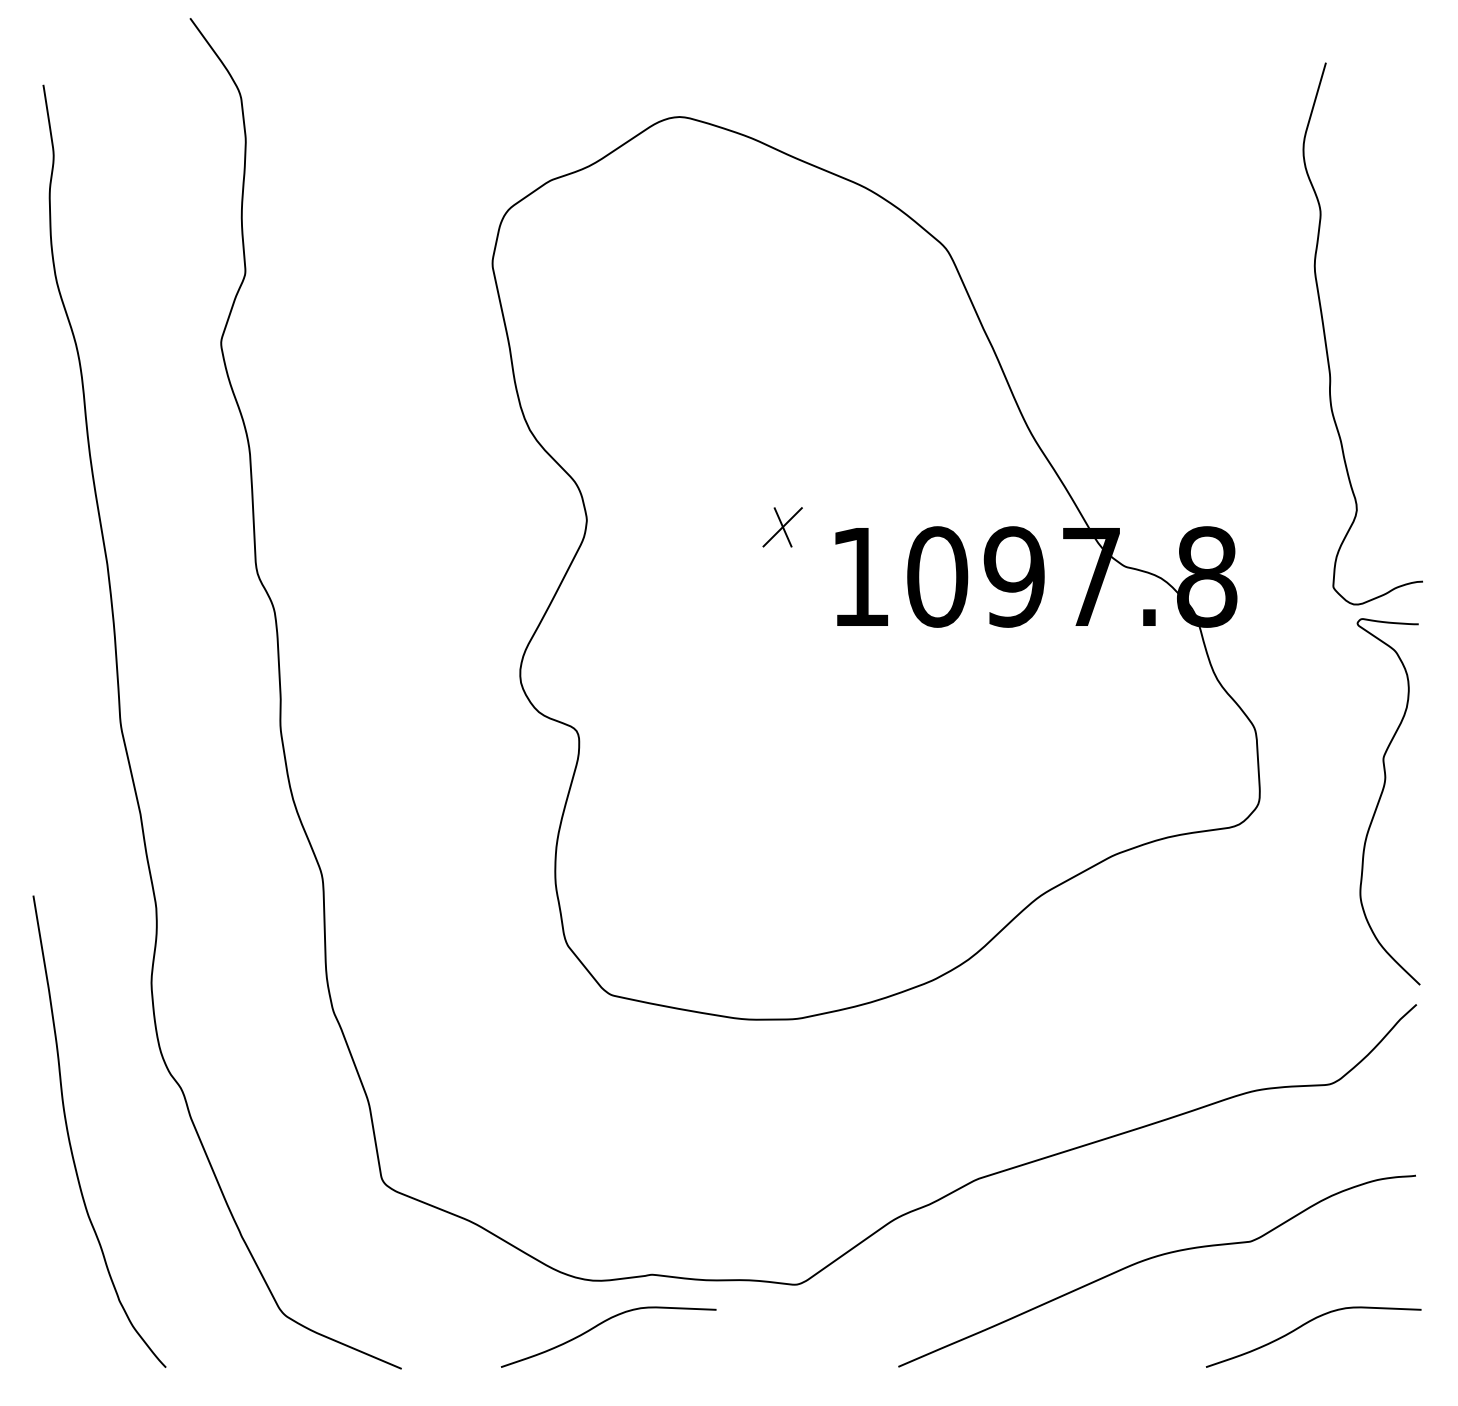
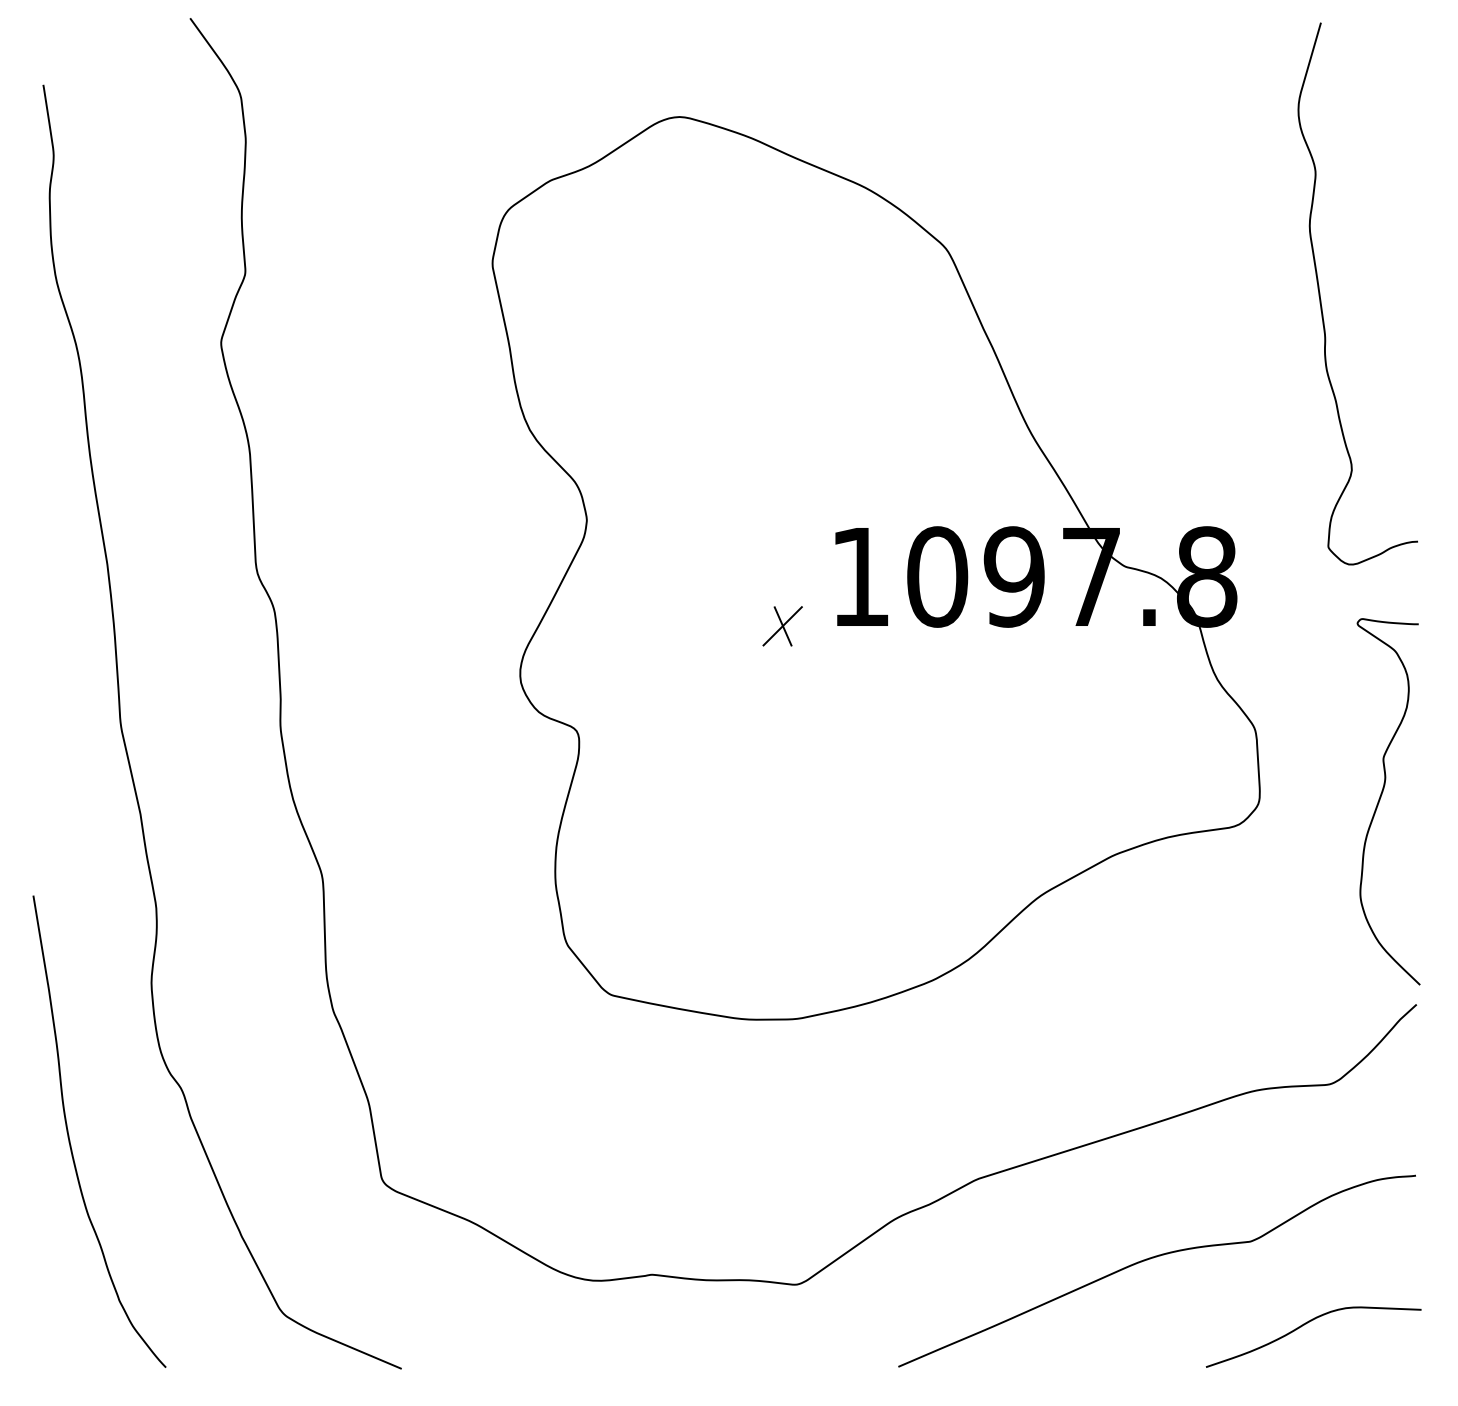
curve at (1326, 339) position: (1326, 339) -> (1321, 299)
part at (782, 527) position: (782, 527) -> (782, 626)
curve at (601, 1324): present -> none
